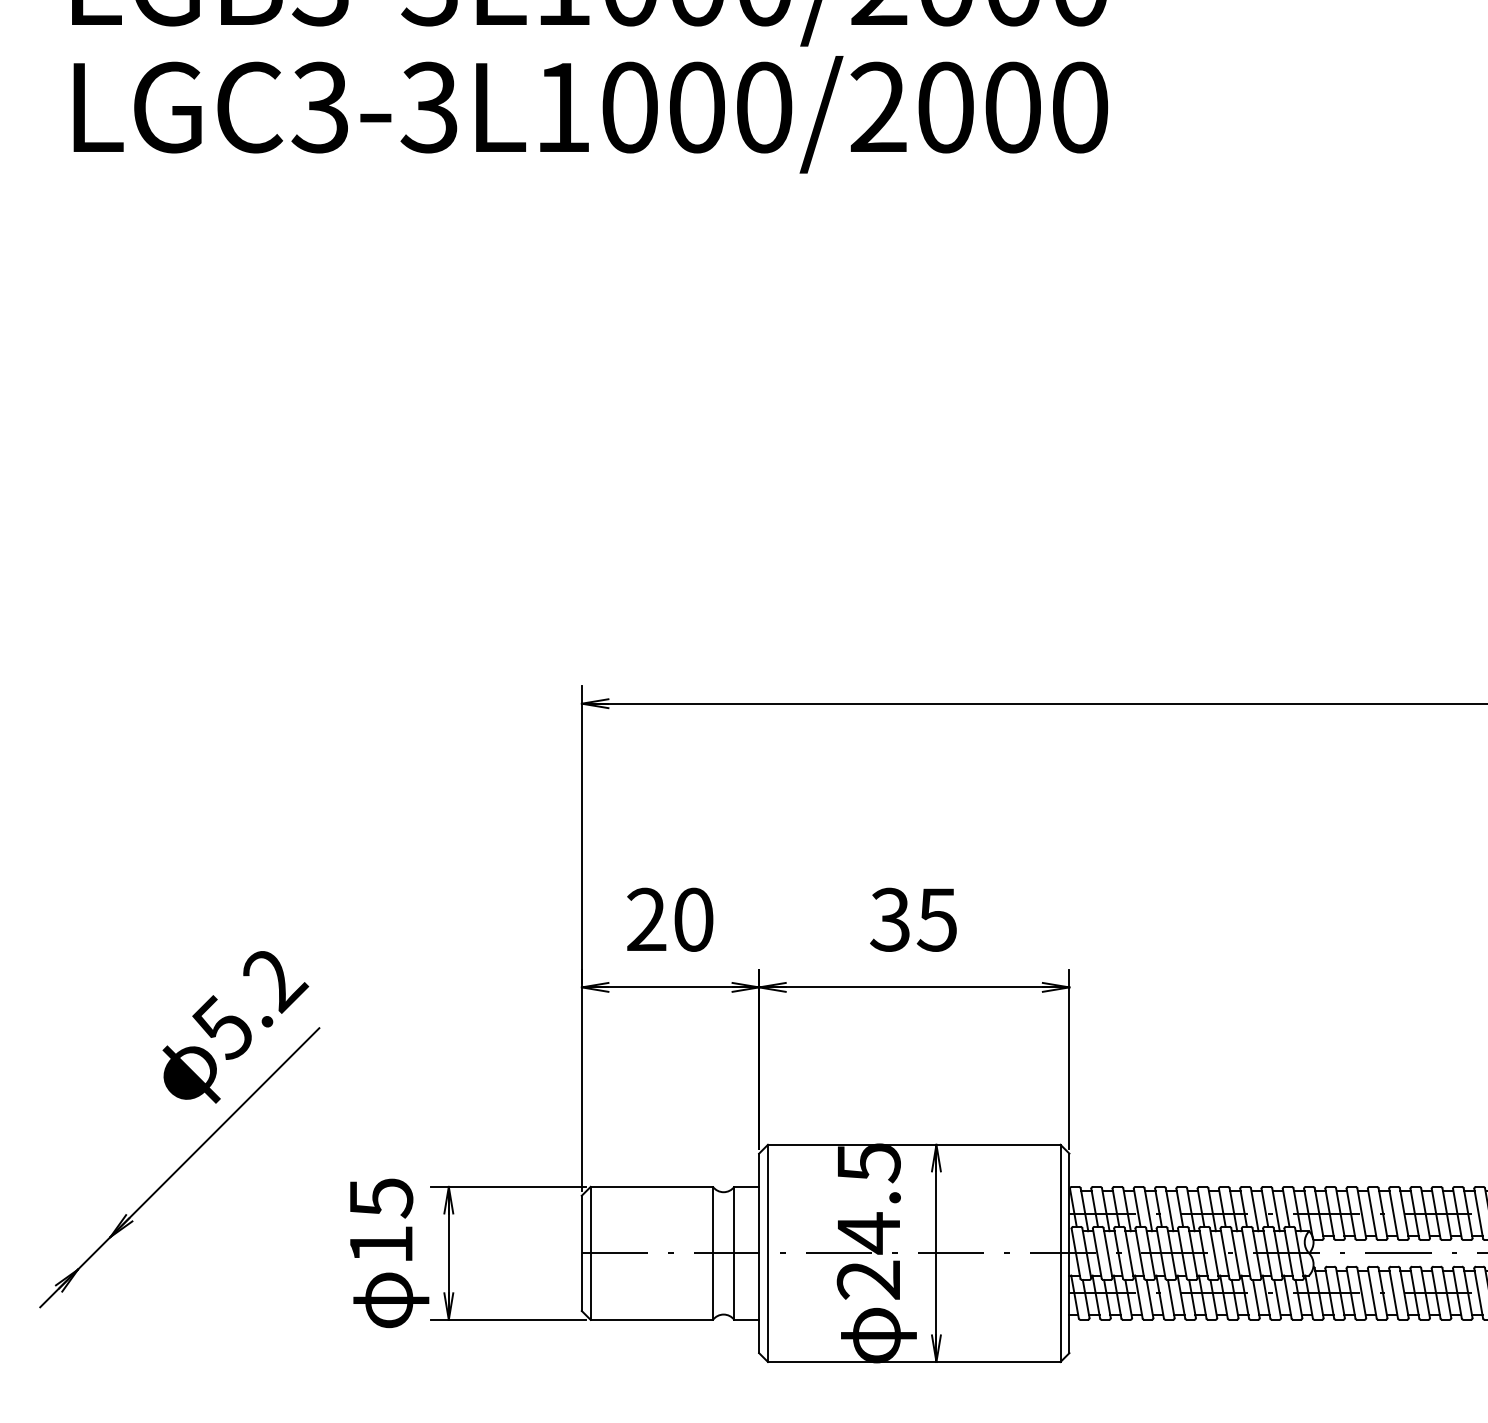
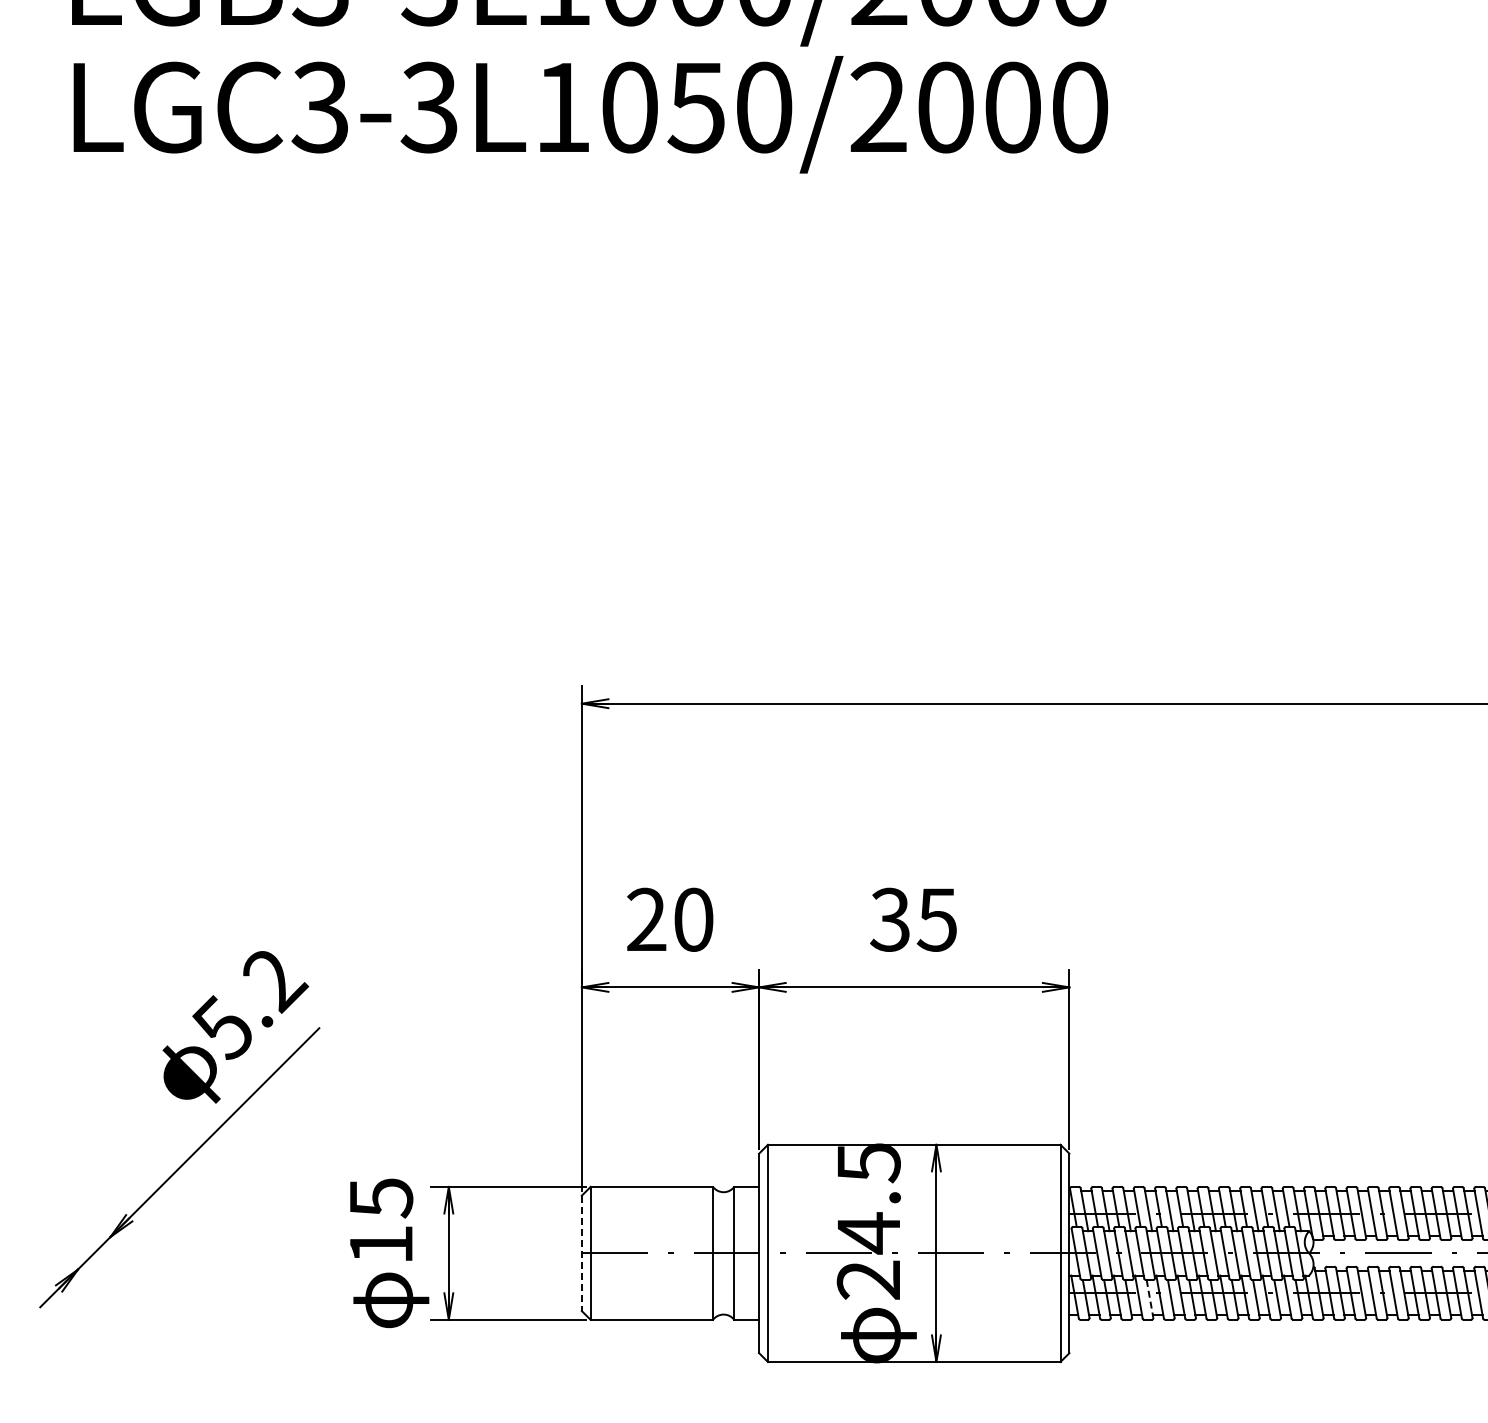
text at (695, 107): LGC3-3L1000/2000 -> LGC3-3L1050/2000
line at (581, 1253): solid -> dashed
line at (1150, 1299): solid -> dashed
